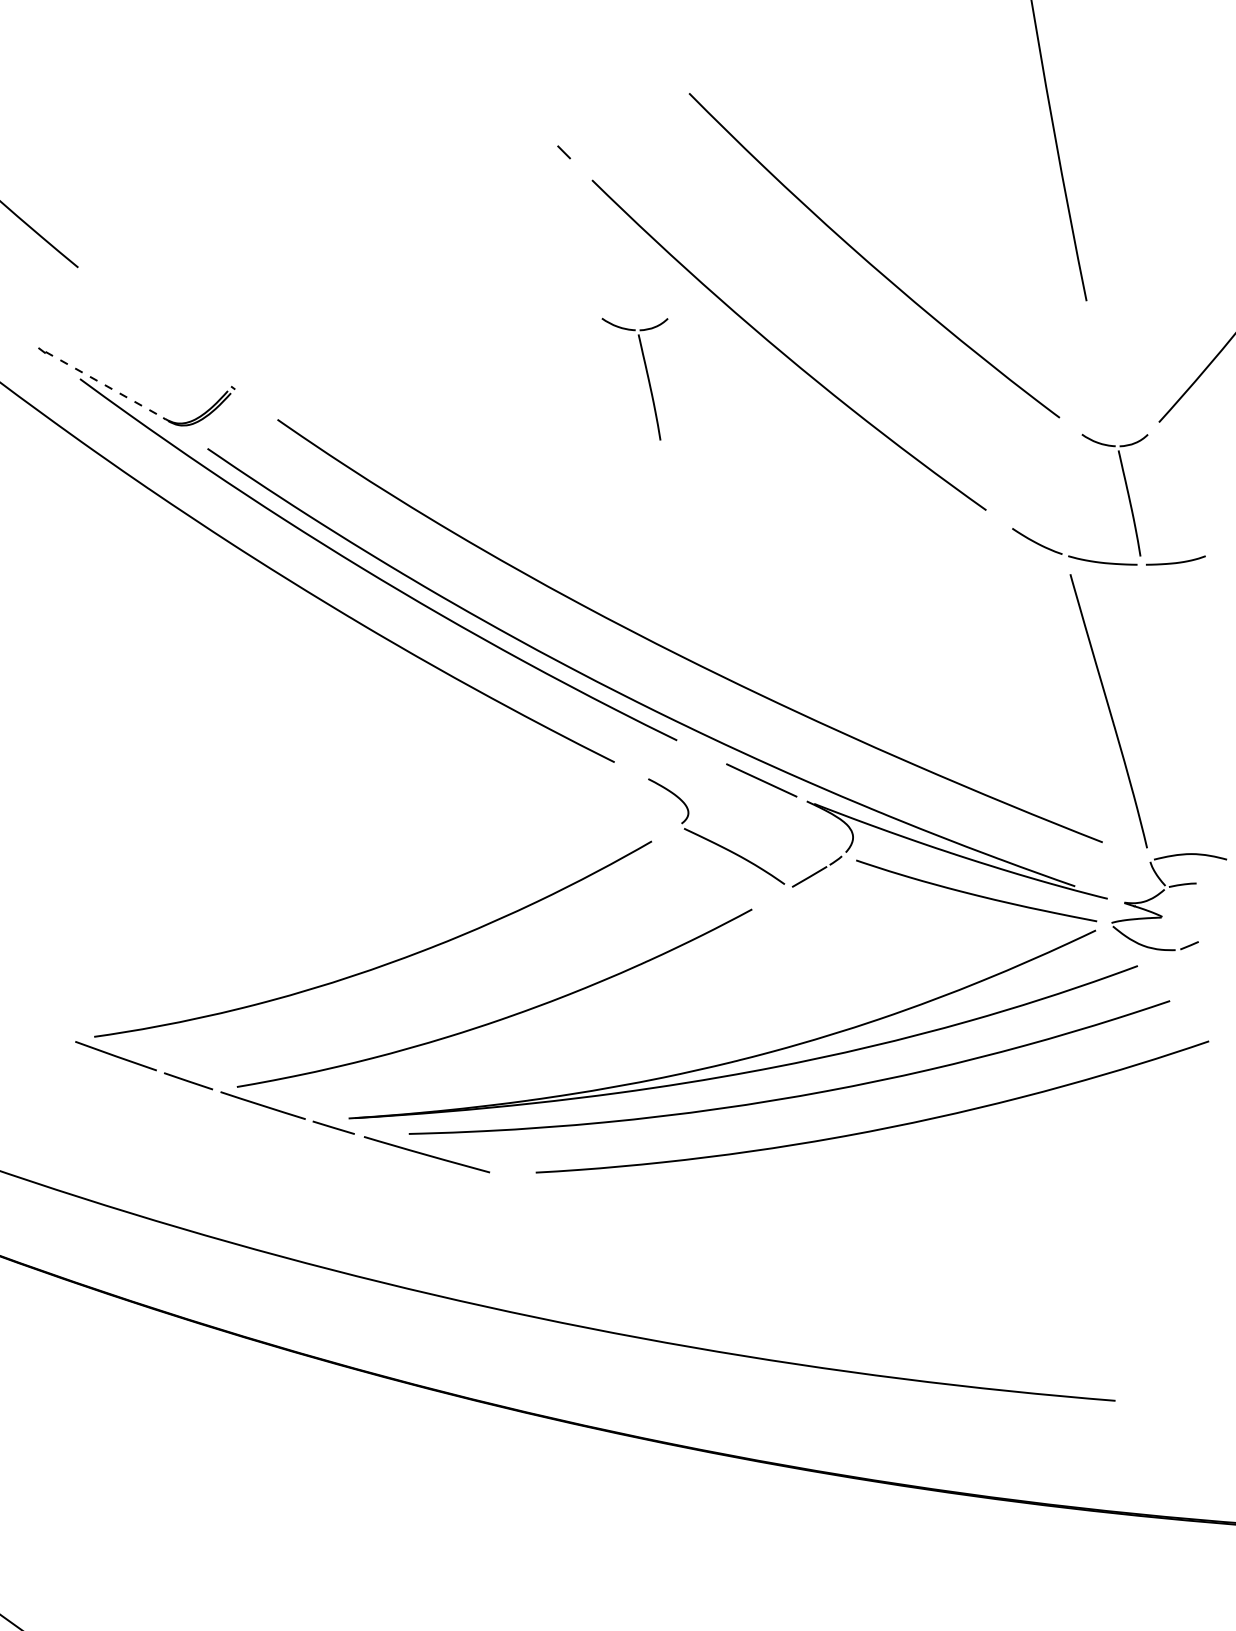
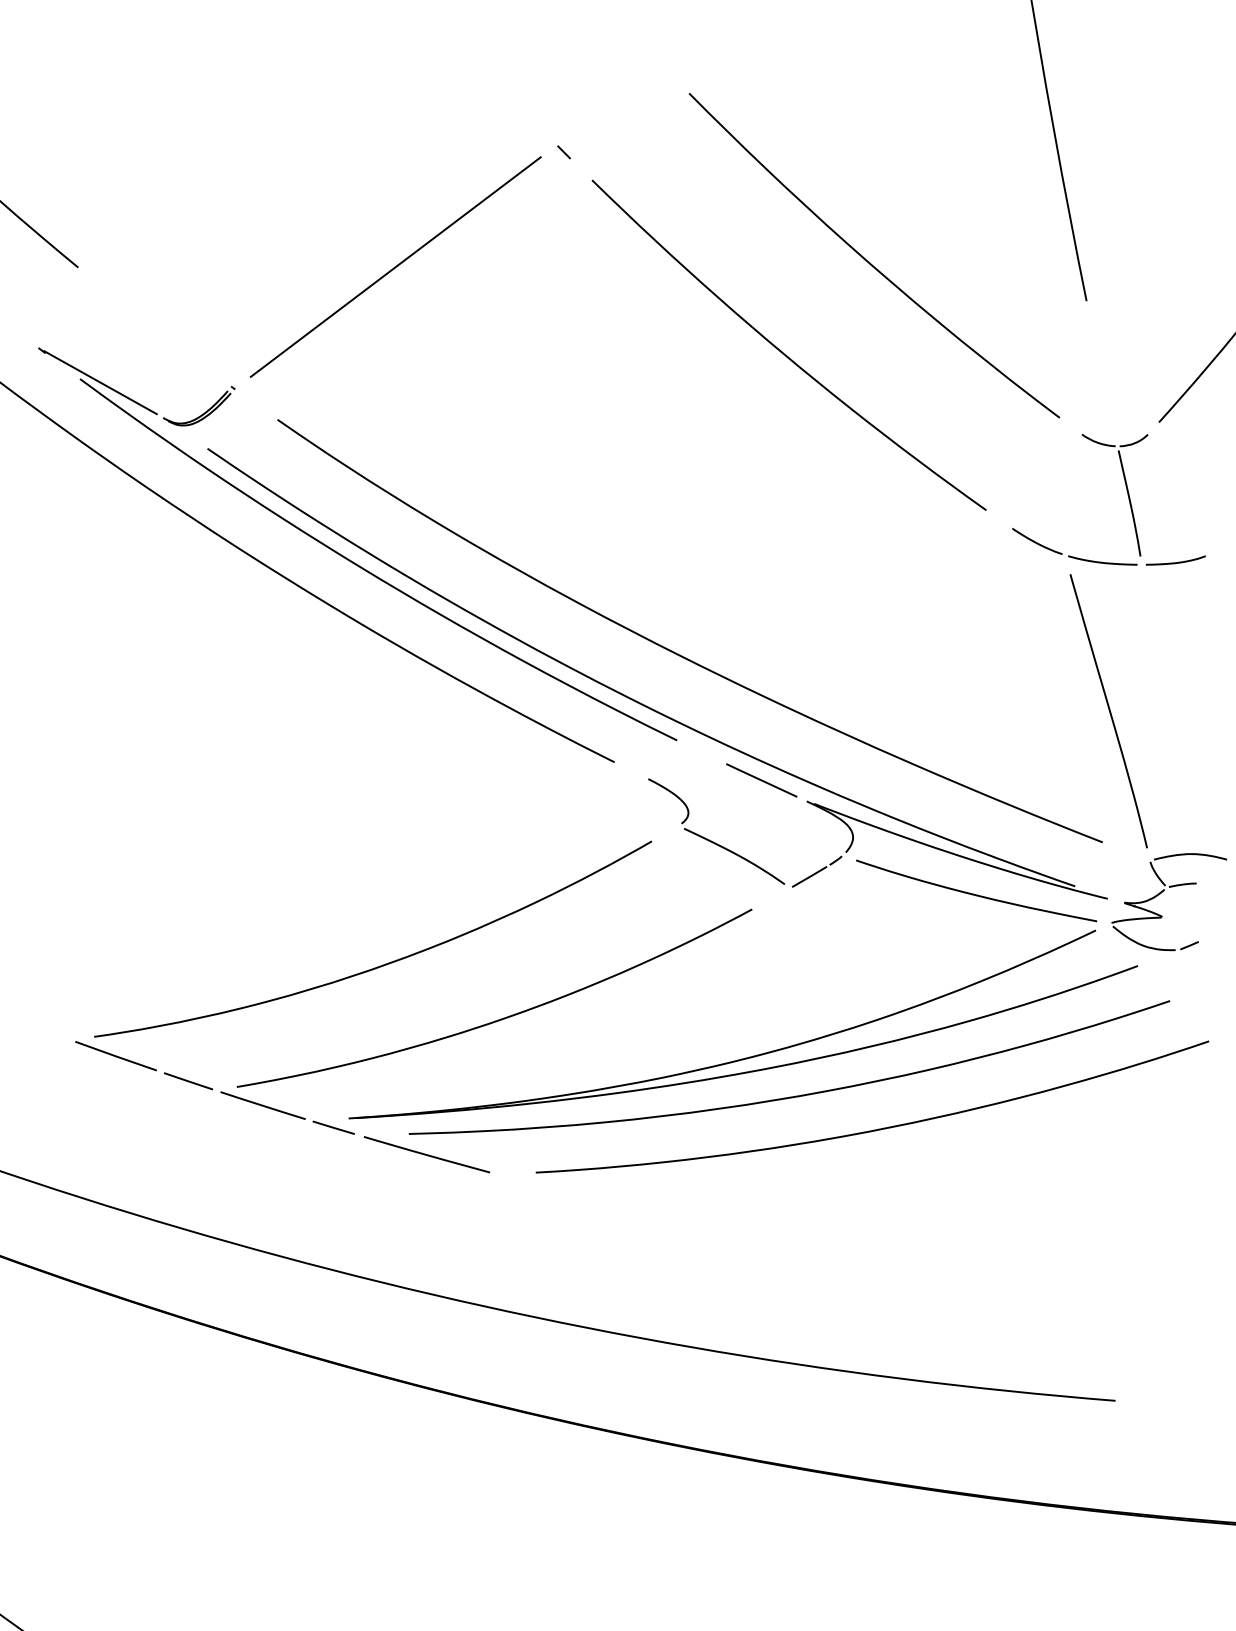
line at (395, 266): none -> present
part at (646, 375): present -> none
line at (100, 382): dashed -> solid
